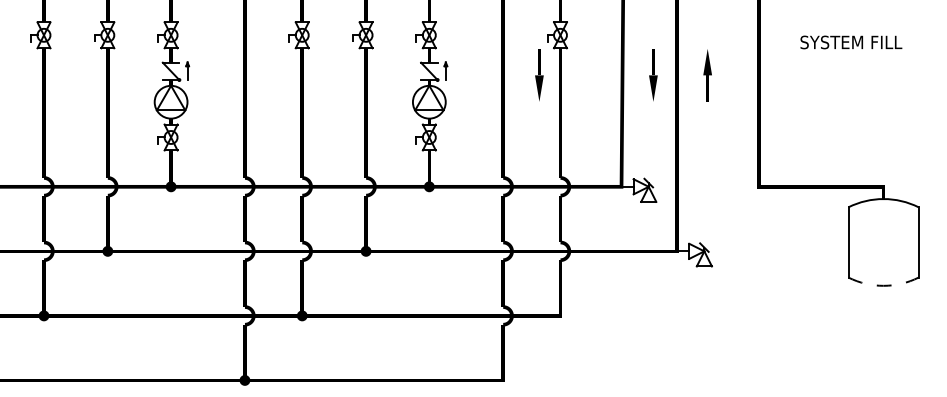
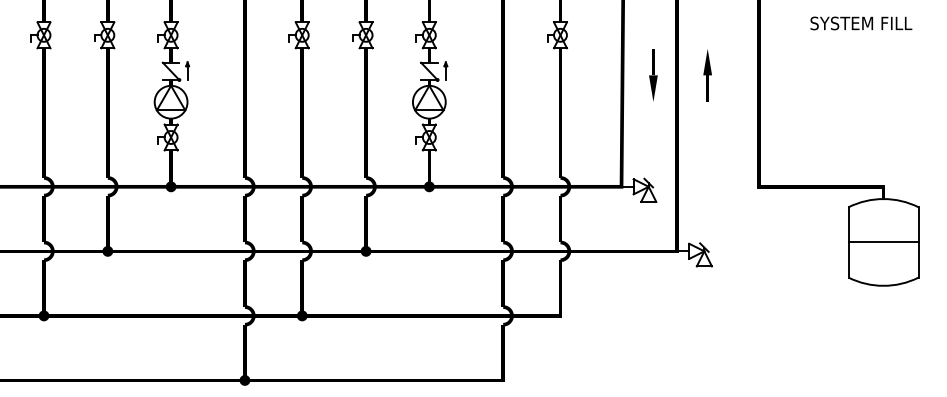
text at (851, 42) position: (851, 42) -> (861, 23)
part at (539, 75): present -> none
line at (883, 242): none -> present
arc at (883, 285): dashed -> solid
